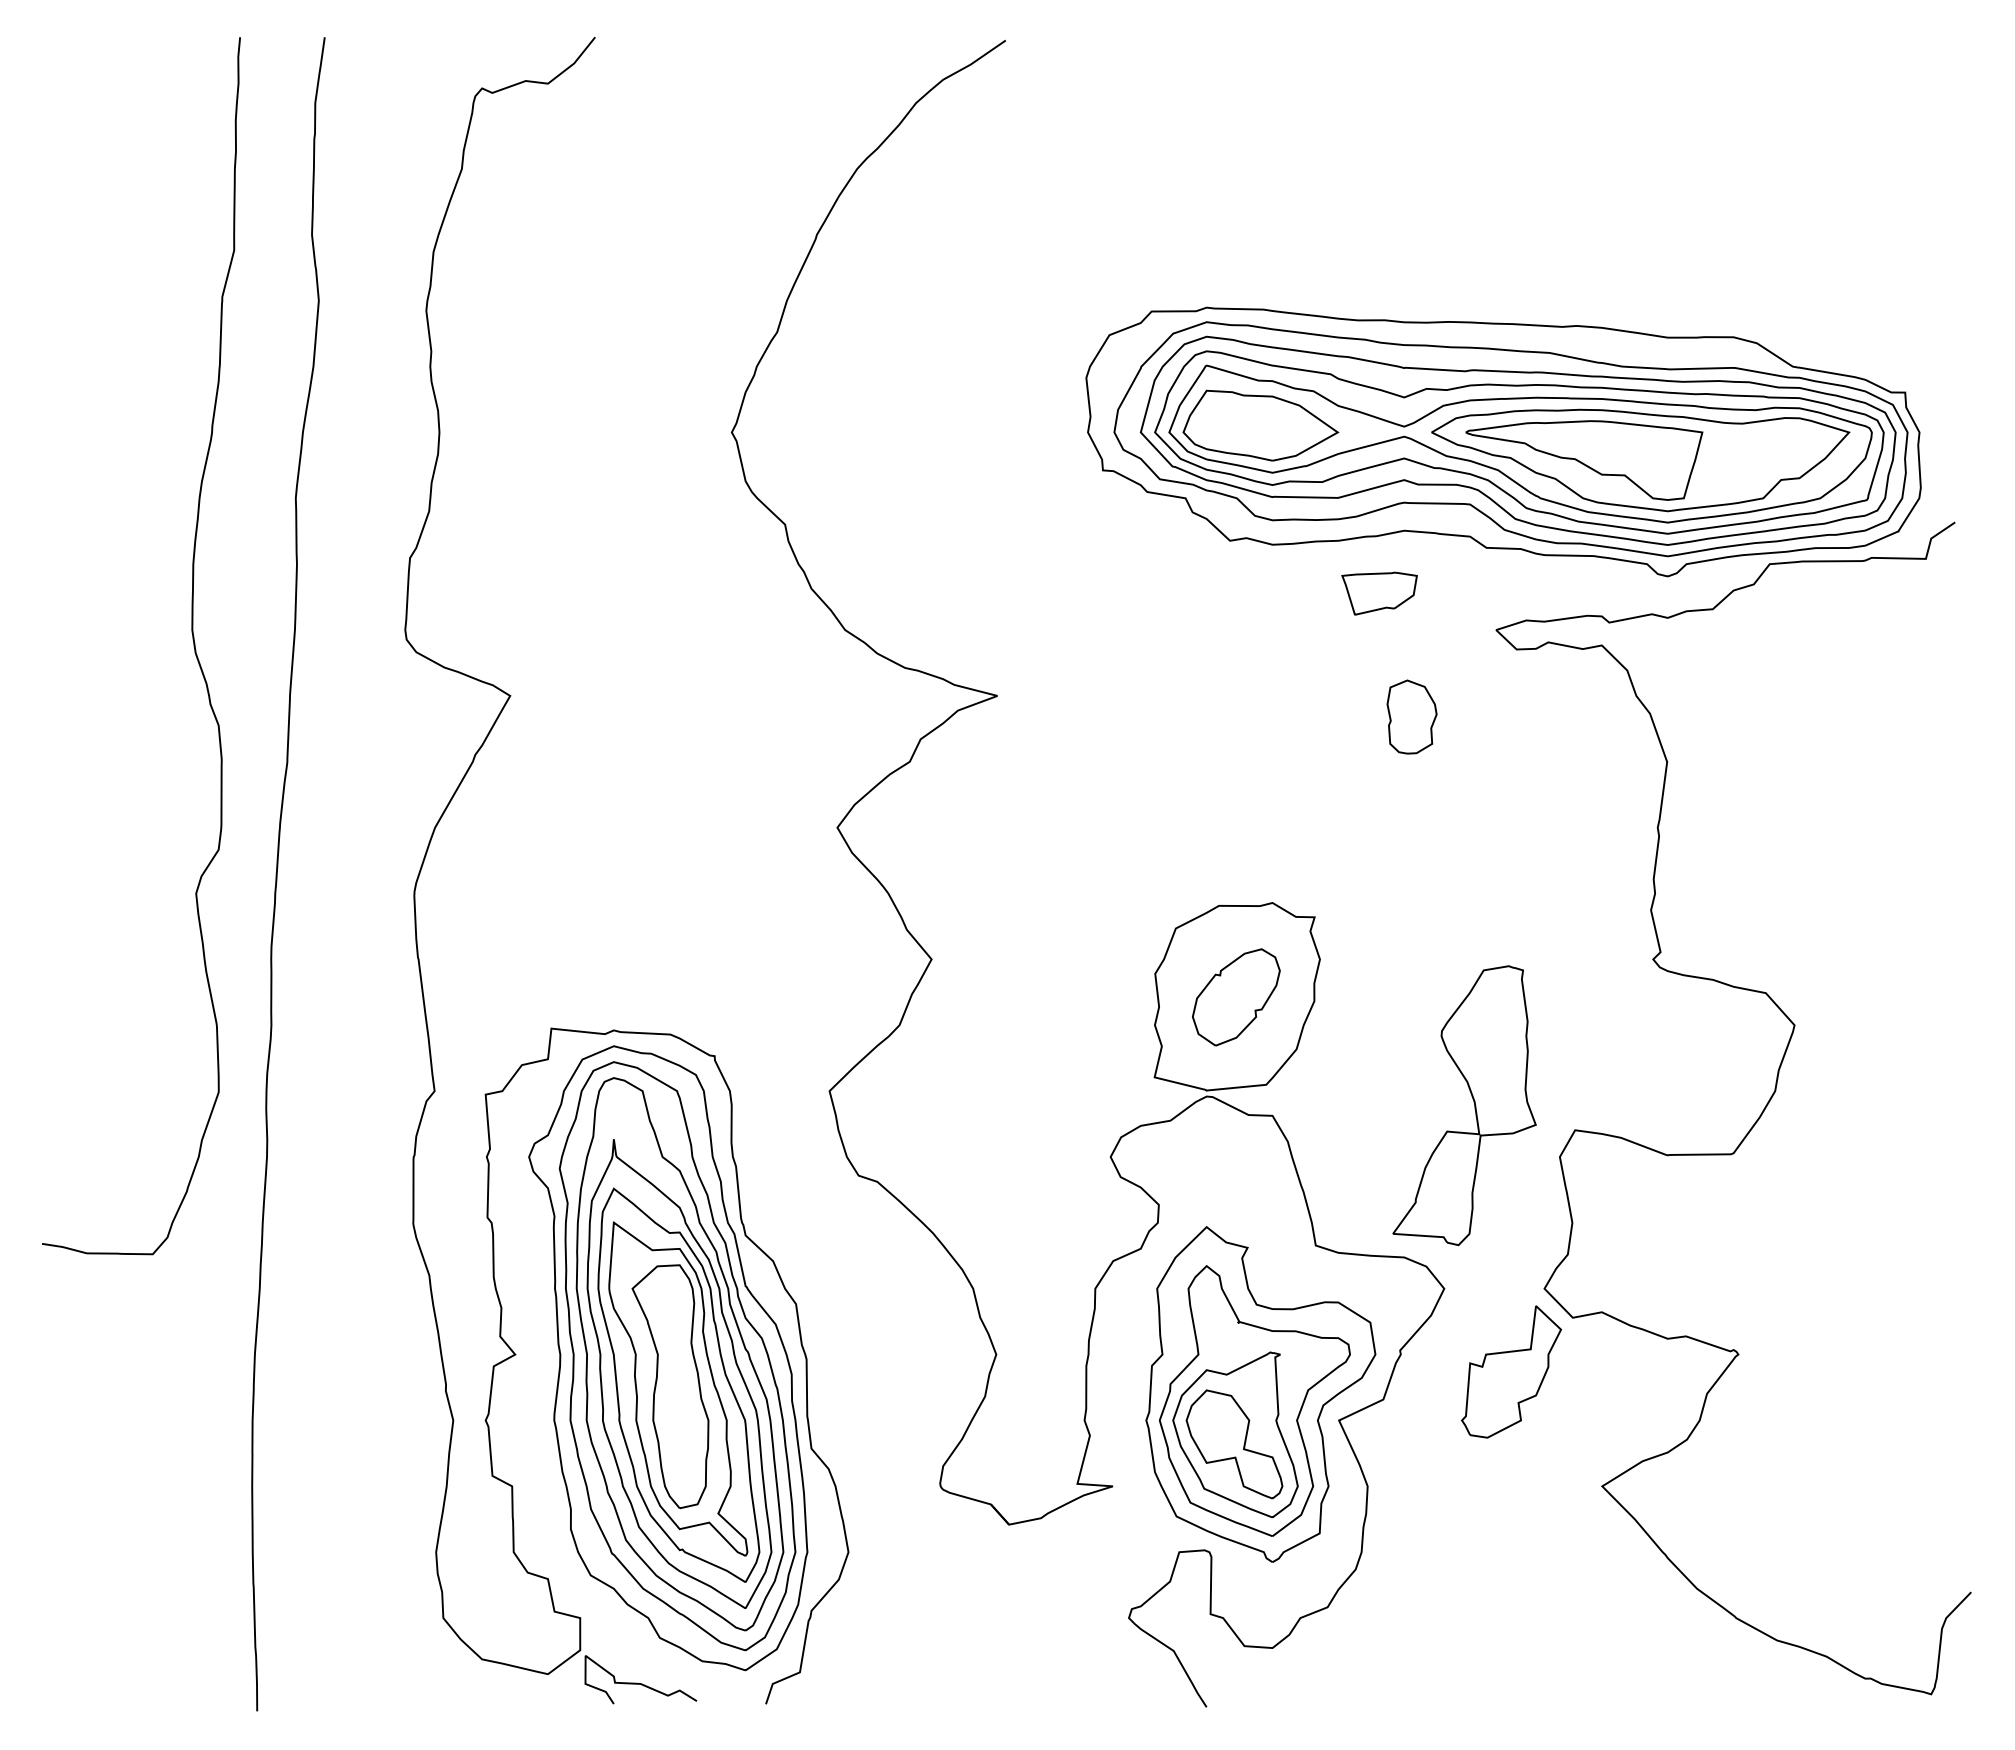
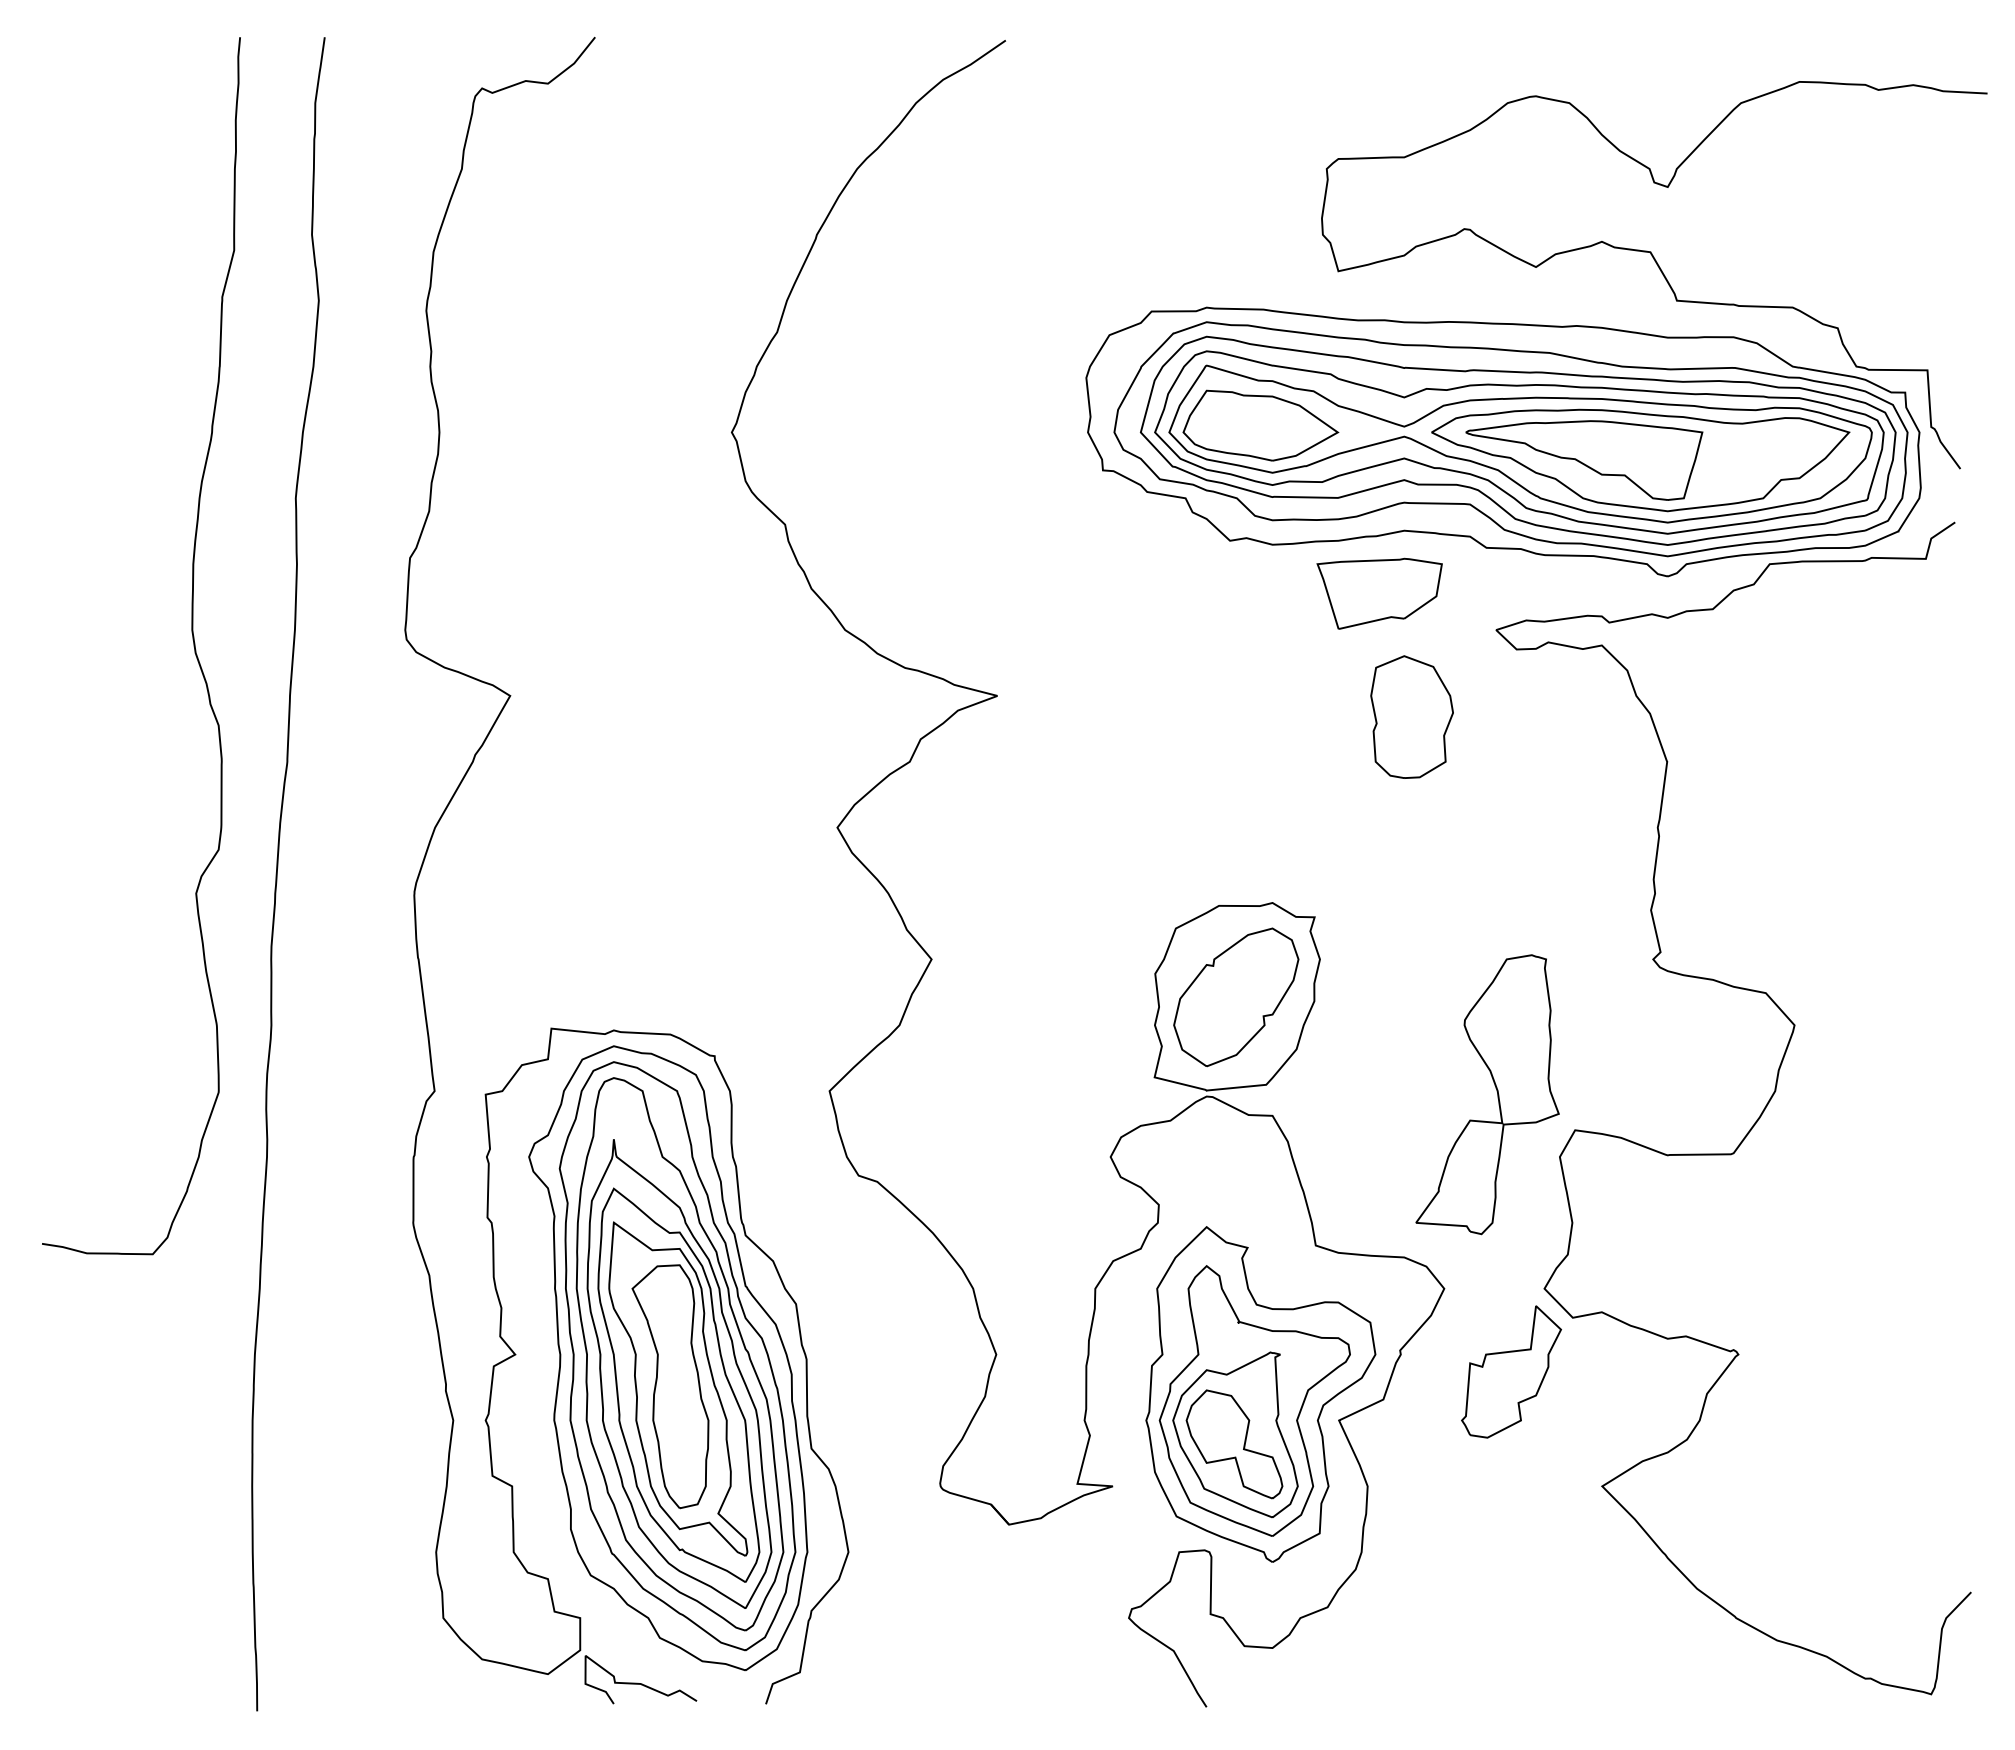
curve at (1660, 271): none -> present
part at (1379, 593) size: 77x45 px -> 127x73 px
part at (1411, 716) size: 52x76 px -> 84x124 px
part at (1236, 997) size: 89x99 px -> 127x141 px
part at (1473, 1102) position: (1473, 1102) -> (1496, 1091)
